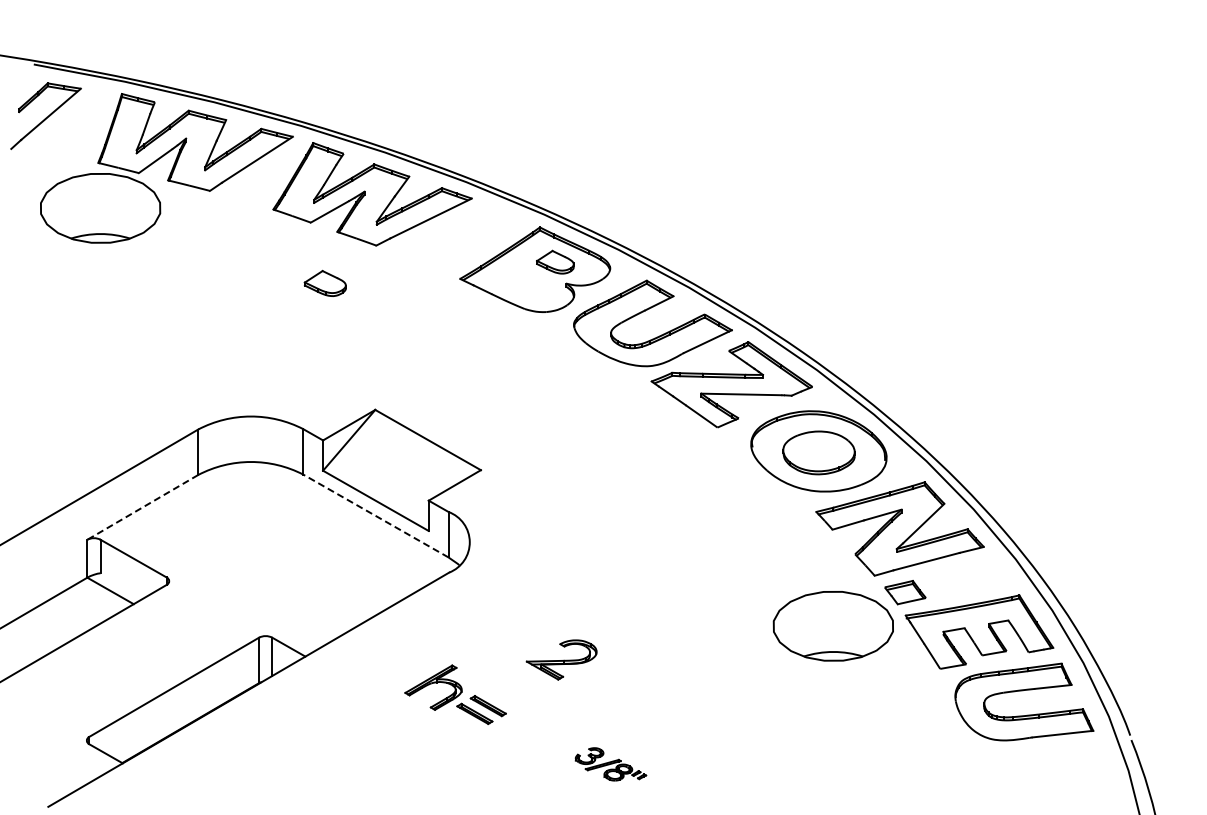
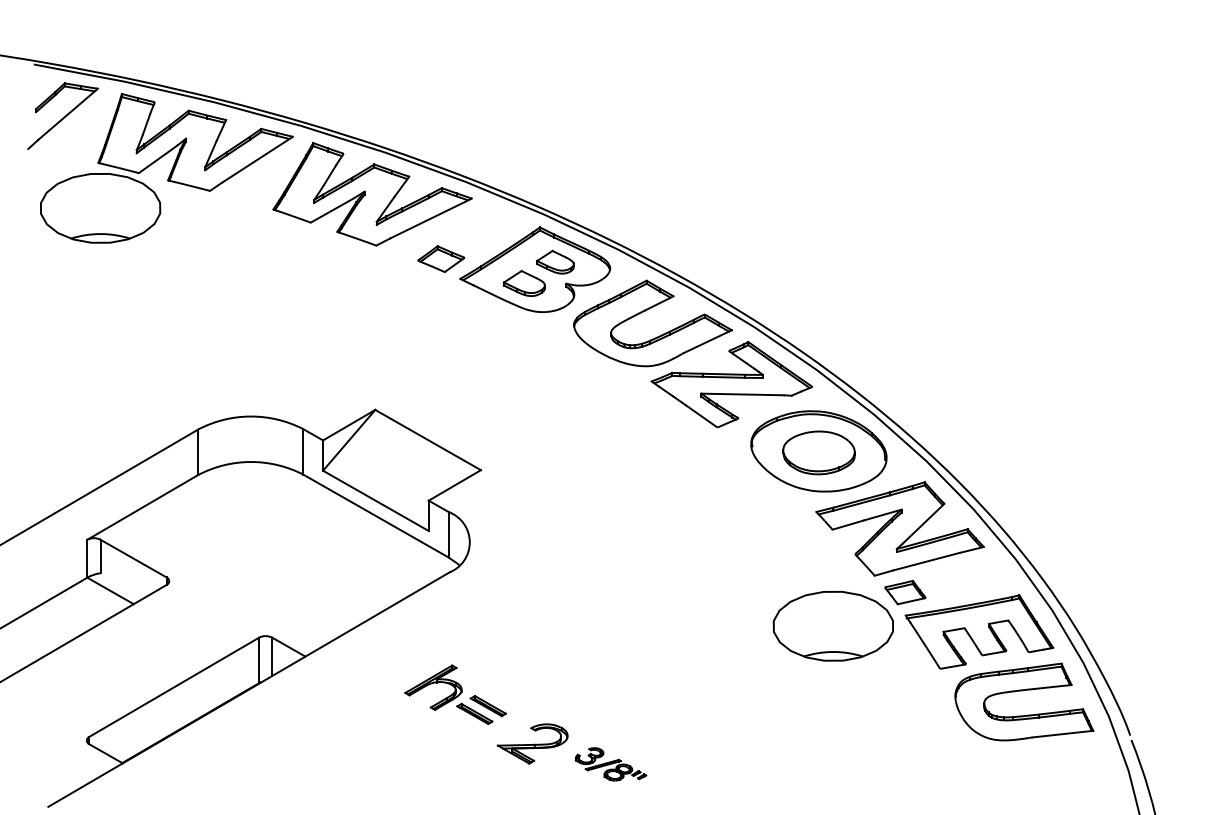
part at (45, 115) position: (45, 115) -> (62, 115)
part at (441, 258): none -> present
part at (324, 282) position: (324, 282) -> (523, 282)
line at (142, 507): dashed -> solid
line at (375, 516): dashed -> solid
part at (561, 659) position: (561, 659) -> (532, 743)
